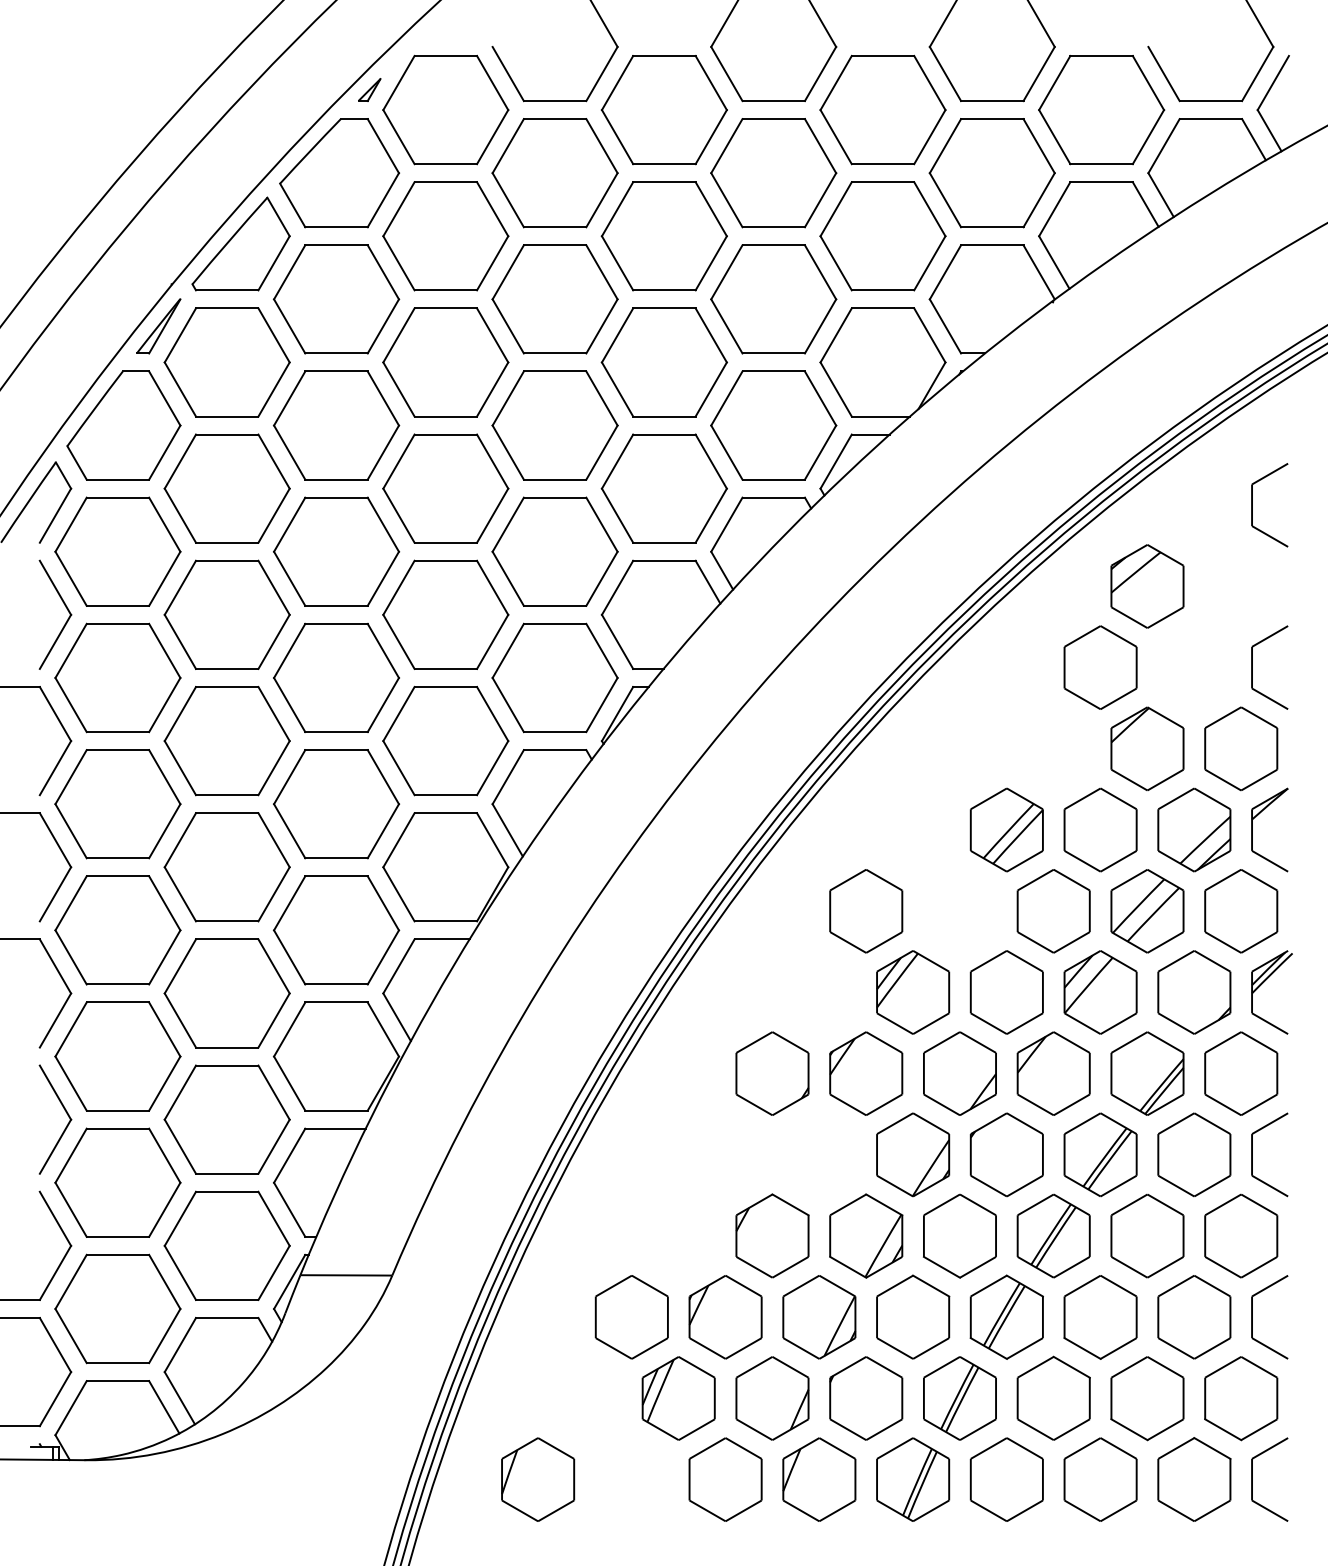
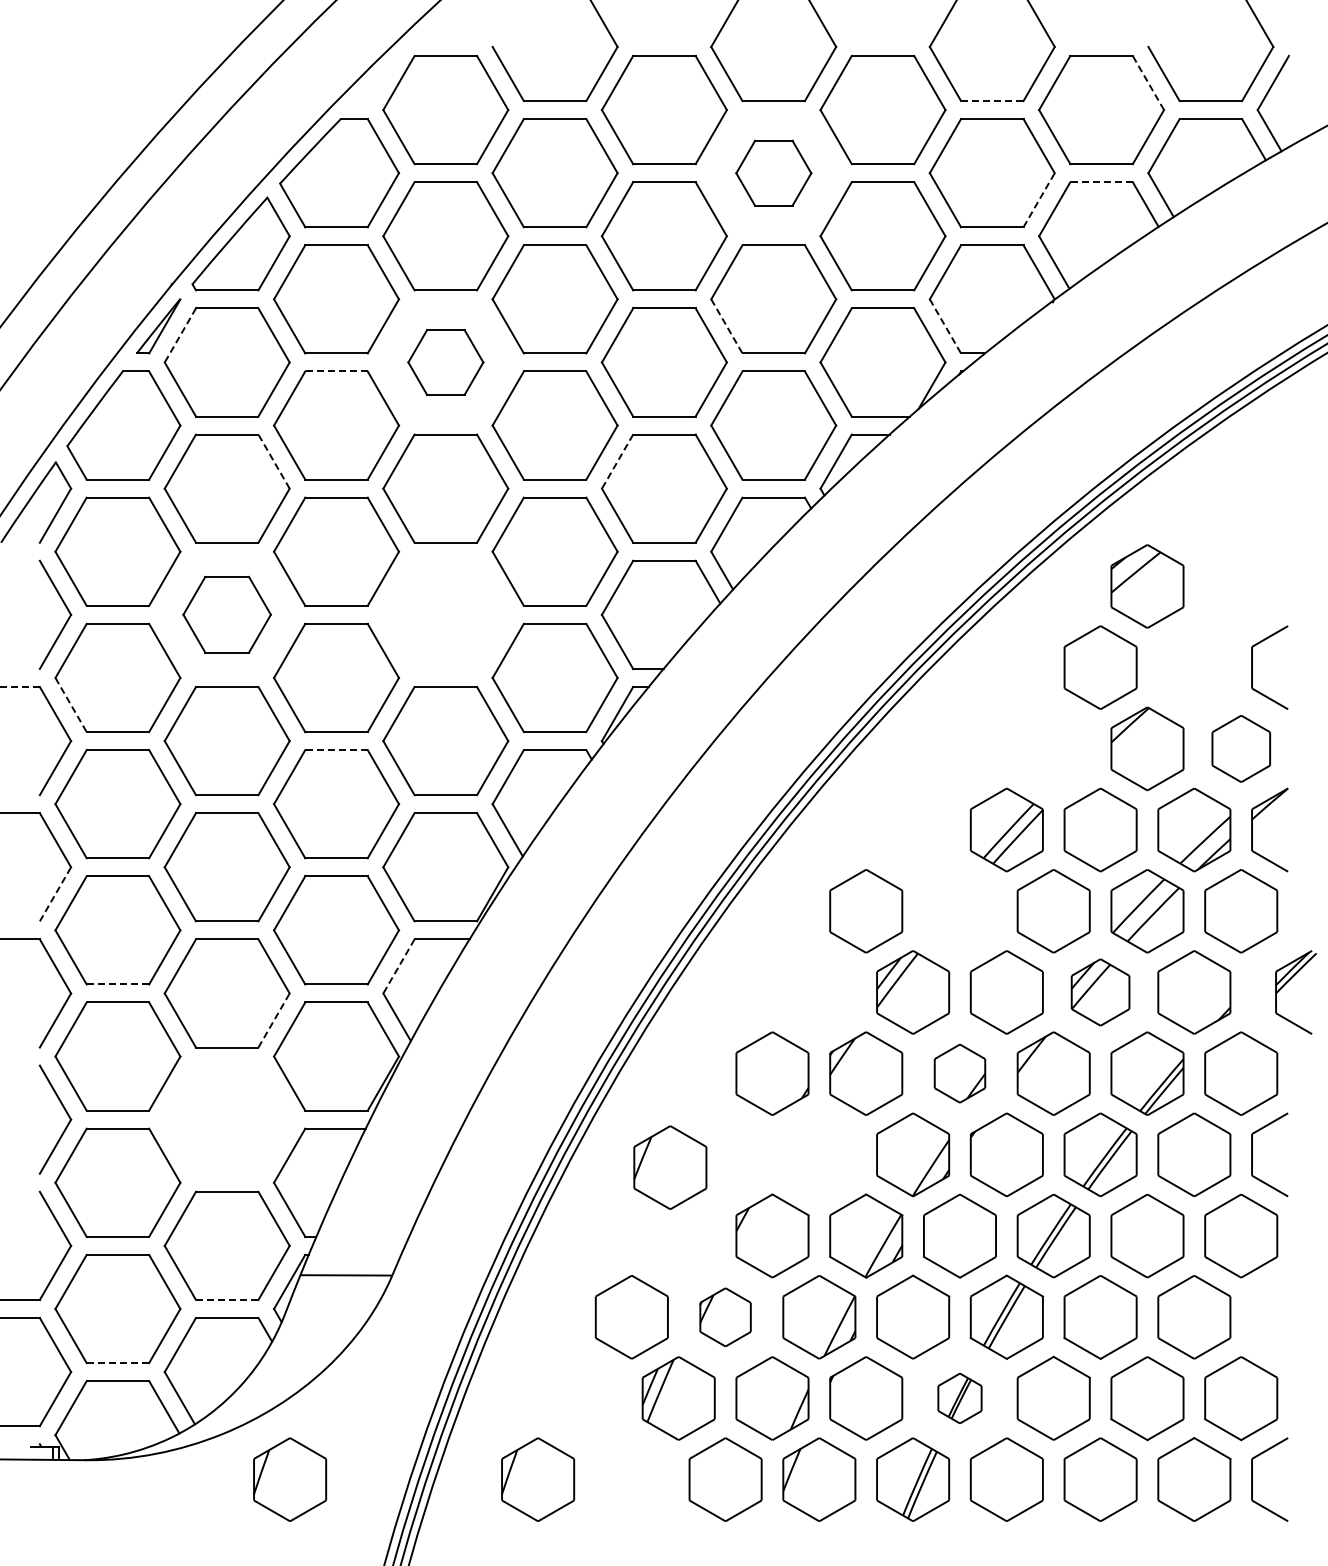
line at (1148, 82): solid -> dashed
part at (369, 89): present -> none
line at (992, 101): solid -> dashed
part at (773, 173) size: 128x111 px -> 78x68 px
line at (1101, 182): solid -> dashed
line at (1039, 199): solid -> dashed
line at (727, 326): solid -> dashed
line at (945, 326): solid -> dashed
line at (180, 335): solid -> dashed
part at (445, 362) size: 128x111 px -> 78x67 px
line at (336, 371): solid -> dashed
line at (273, 461): solid -> dashed
line at (617, 462): solid -> dashed
part at (1252, 505): present -> none
part at (226, 614) size: 128x111 px -> 90x79 px
part at (445, 614): present -> none
line at (20, 686): solid -> dashed
line at (71, 705): solid -> dashed
part at (1241, 748) size: 75x86 px -> 60x68 px
line at (336, 750): solid -> dashed
line at (55, 893): solid -> dashed
line at (398, 966): solid -> dashed
part at (1263, 983) position: (1263, 983) -> (1287, 983)
line at (118, 984): solid -> dashed
part at (1100, 992) size: 75x85 px -> 61x69 px
line at (274, 1020): solid -> dashed
part at (959, 1073) size: 74x85 px -> 54x61 px
part at (226, 1119): present -> none
part at (670, 1167): none -> present
line at (227, 1299): solid -> dashed
part at (725, 1317) size: 75x85 px -> 53x60 px
part at (1252, 1317): present -> none
line at (118, 1363): solid -> dashed
part at (959, 1398) size: 74x85 px -> 46x51 px
part at (290, 1479): none -> present
